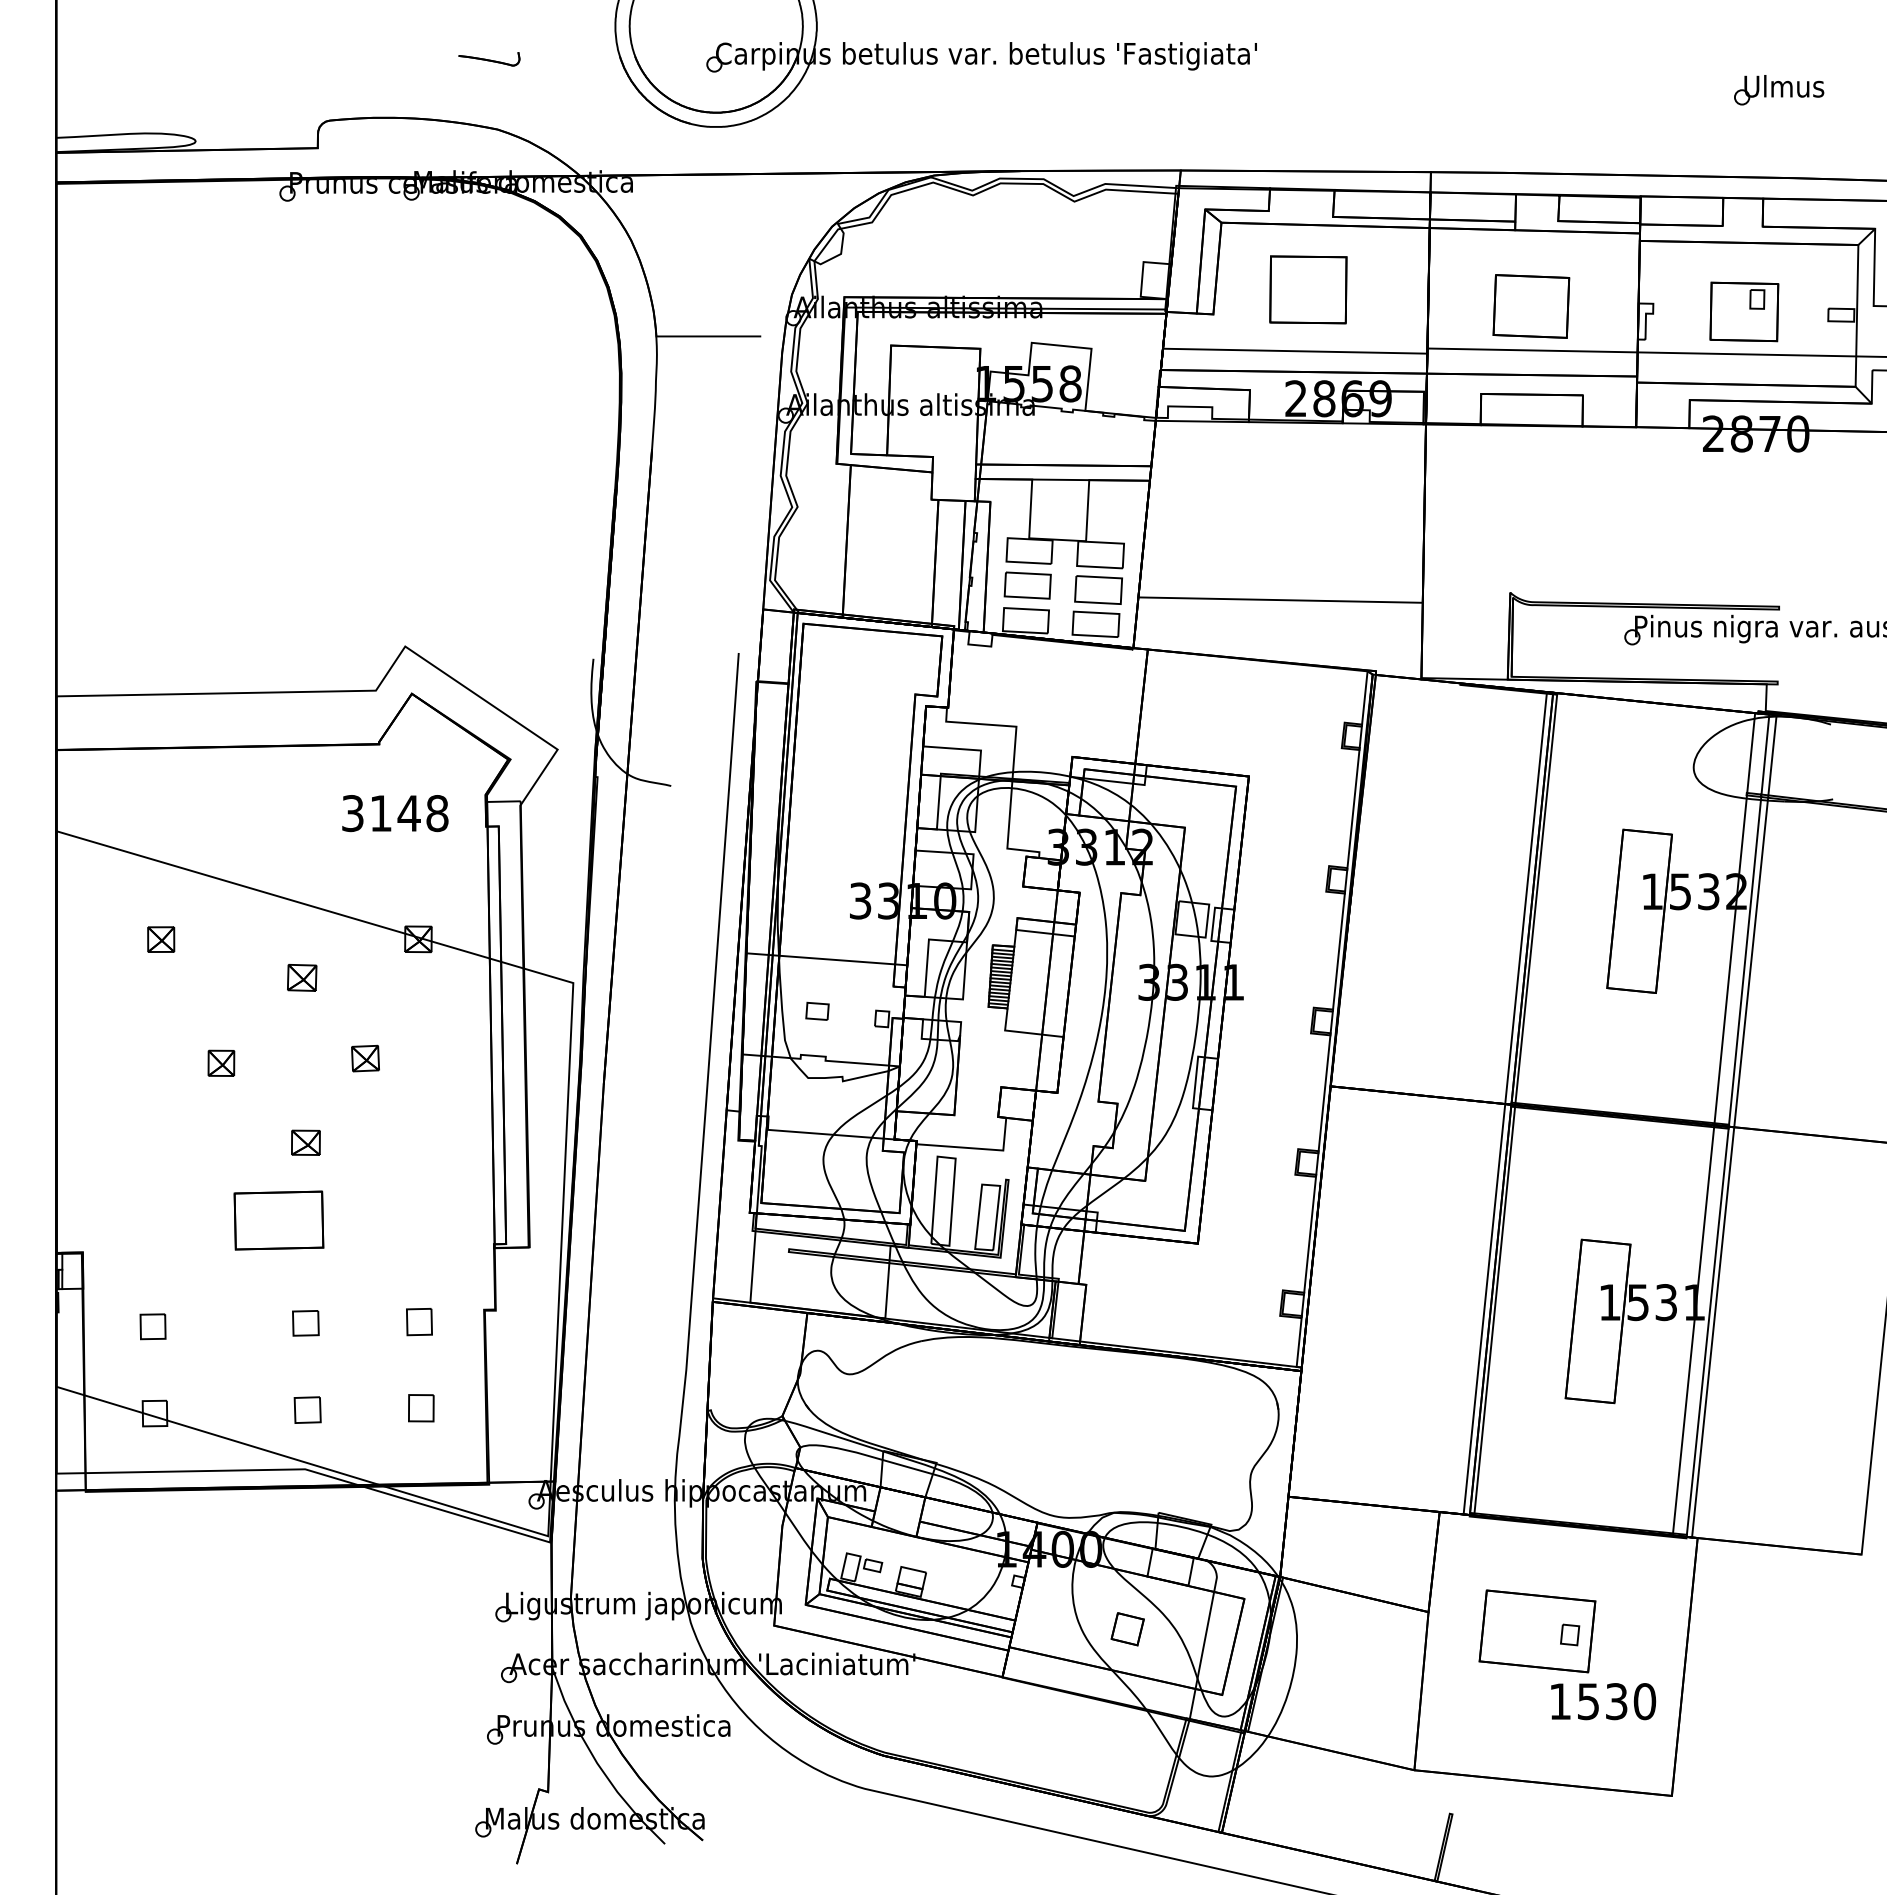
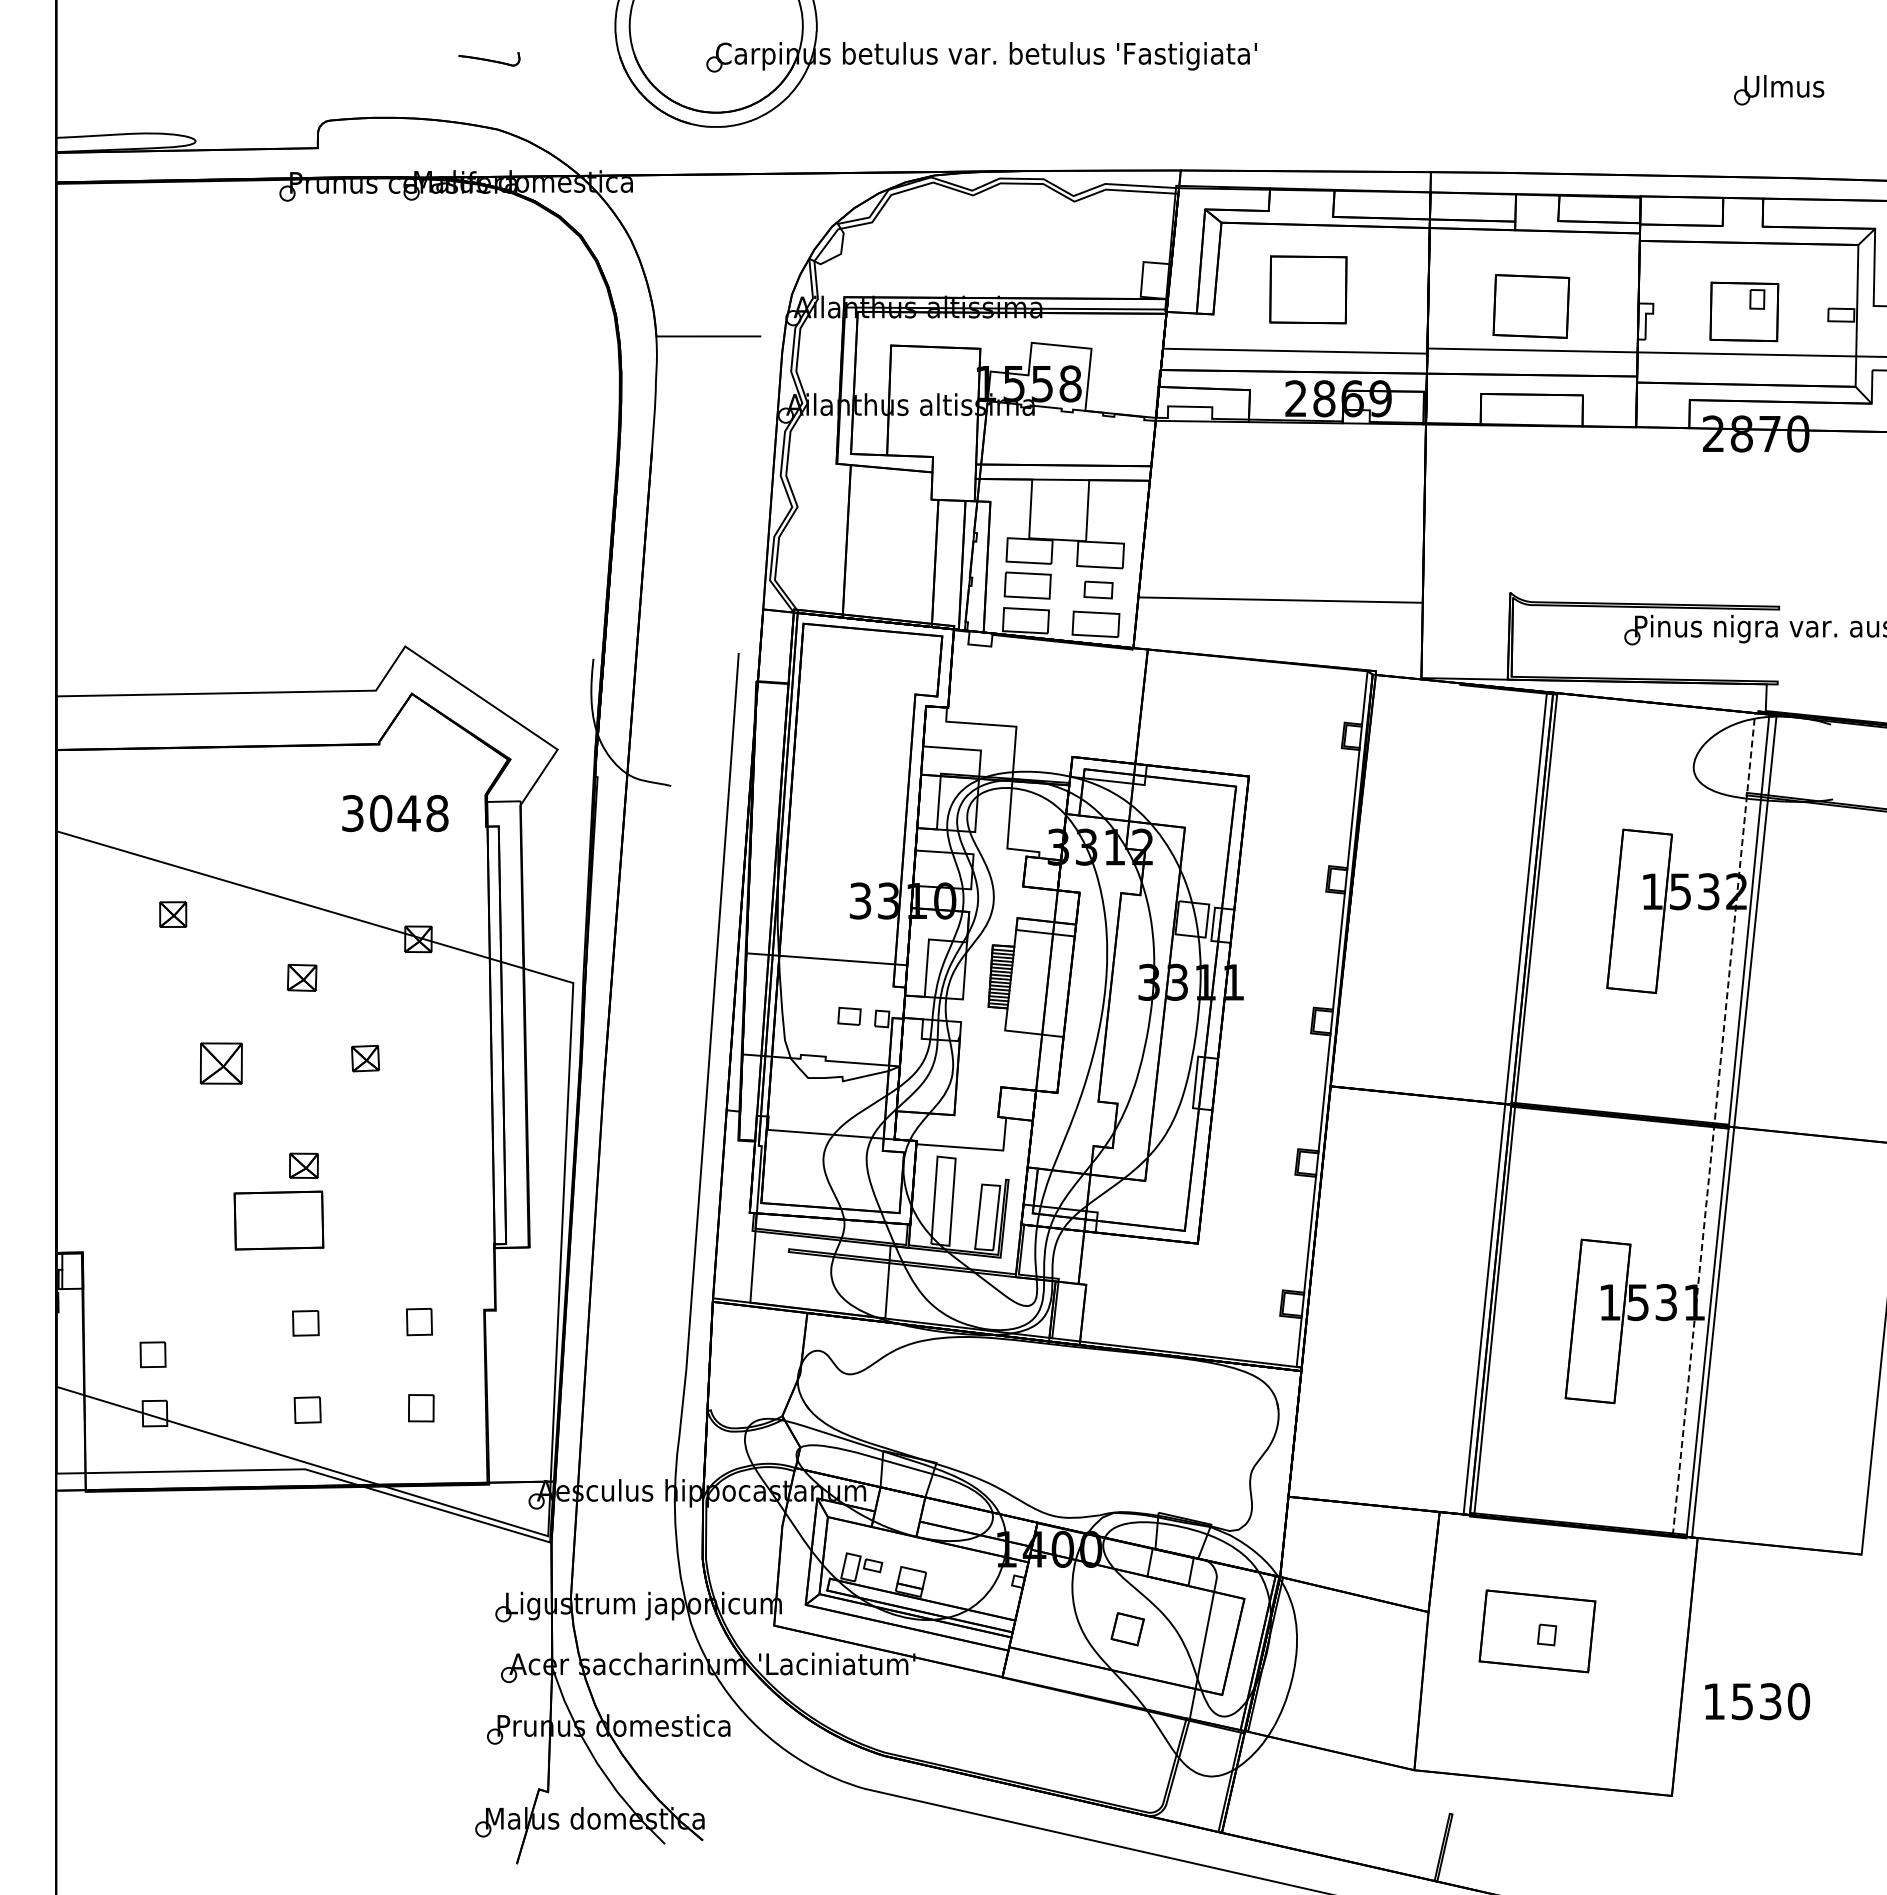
part at (1098, 589) size: 49x30 px -> 31x20 px
text at (381, 813): 3148 -> 3048
part at (161, 939) position: (161, 939) -> (173, 914)
part at (817, 1010) position: (817, 1010) -> (849, 1015)
part at (221, 1062) size: 29x28 px -> 44x43 px
line at (1714, 1124): solid -> dashed
part at (305, 1142) position: (305, 1142) -> (303, 1165)
part at (152, 1326) position: (152, 1326) -> (152, 1354)
part at (1570, 1634) position: (1570, 1634) -> (1547, 1634)
text at (1603, 1701) position: (1603, 1701) -> (1757, 1701)
